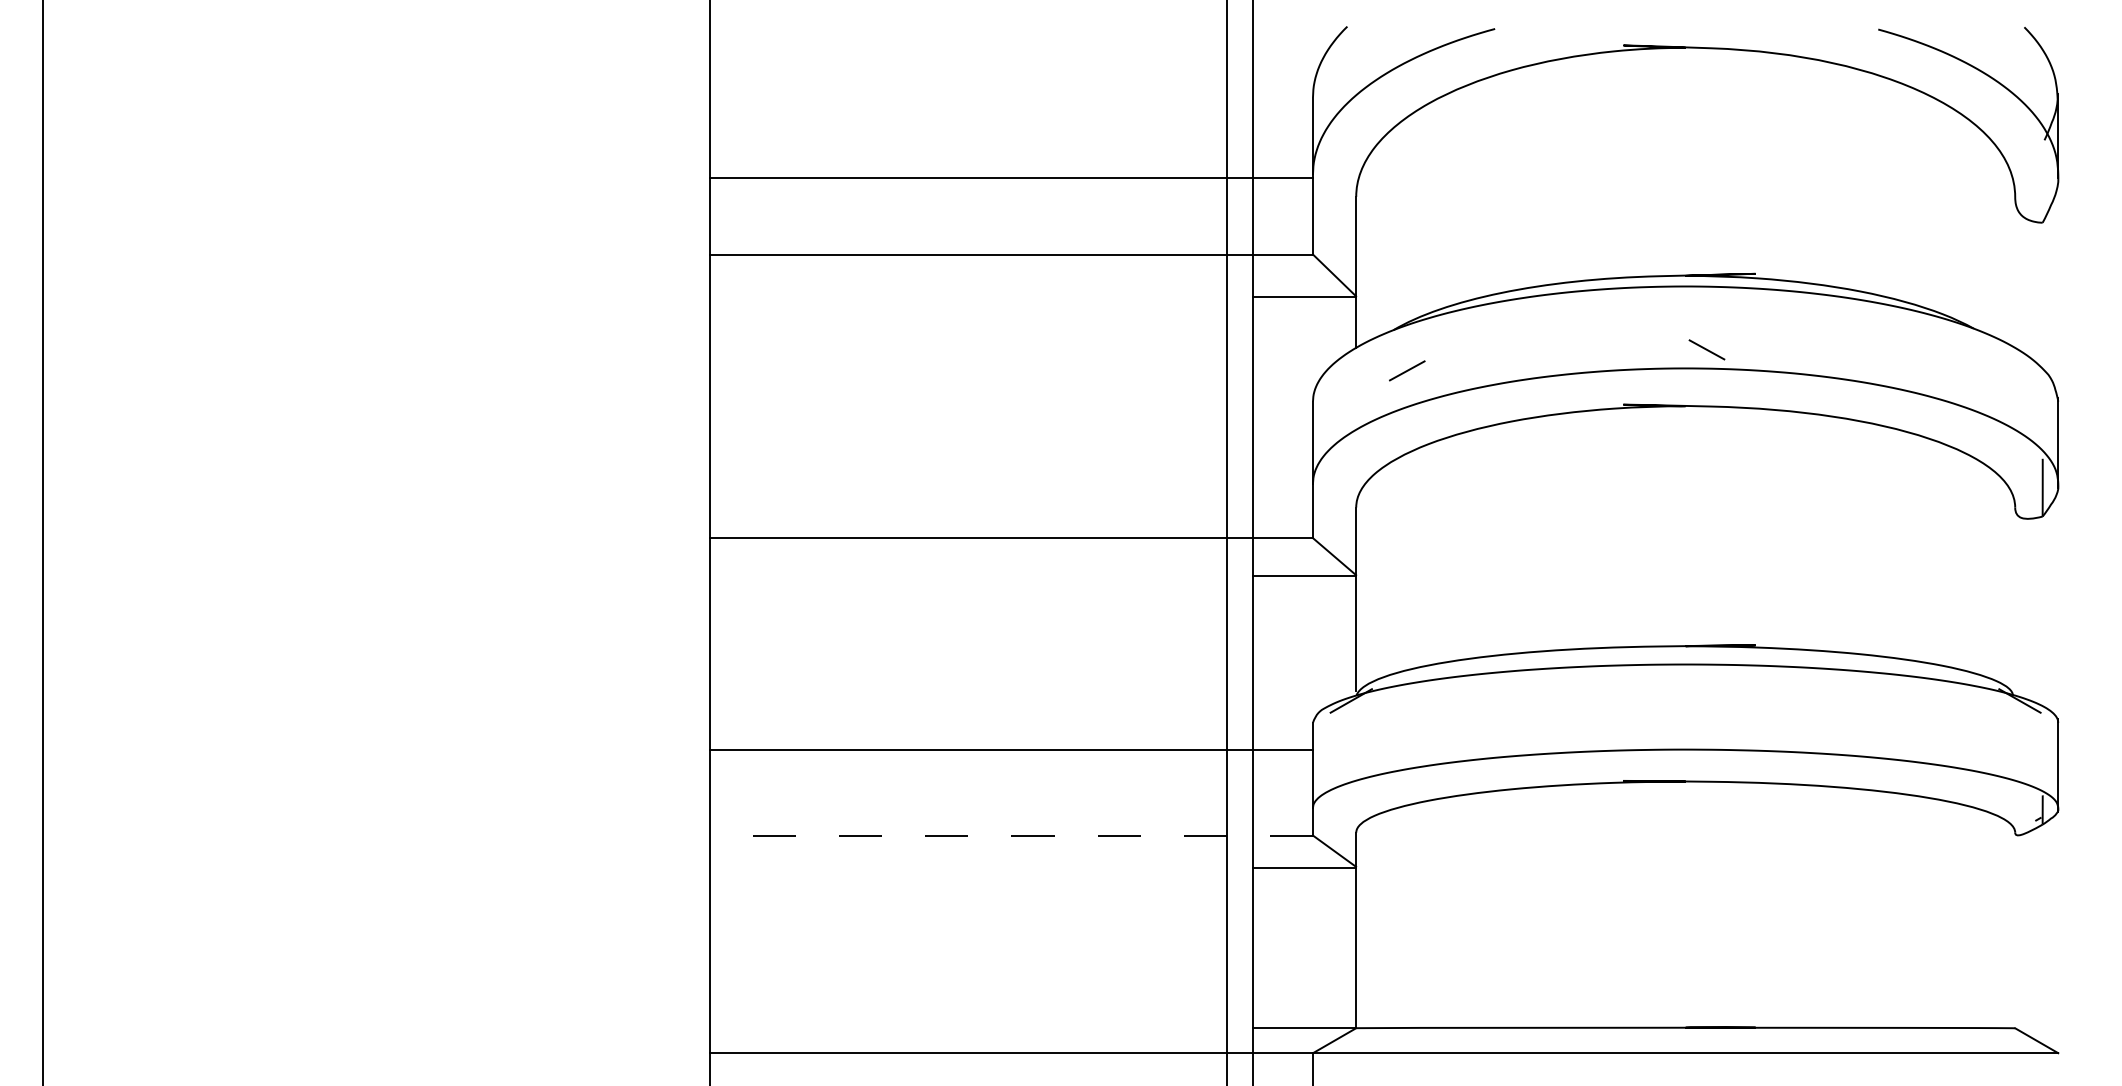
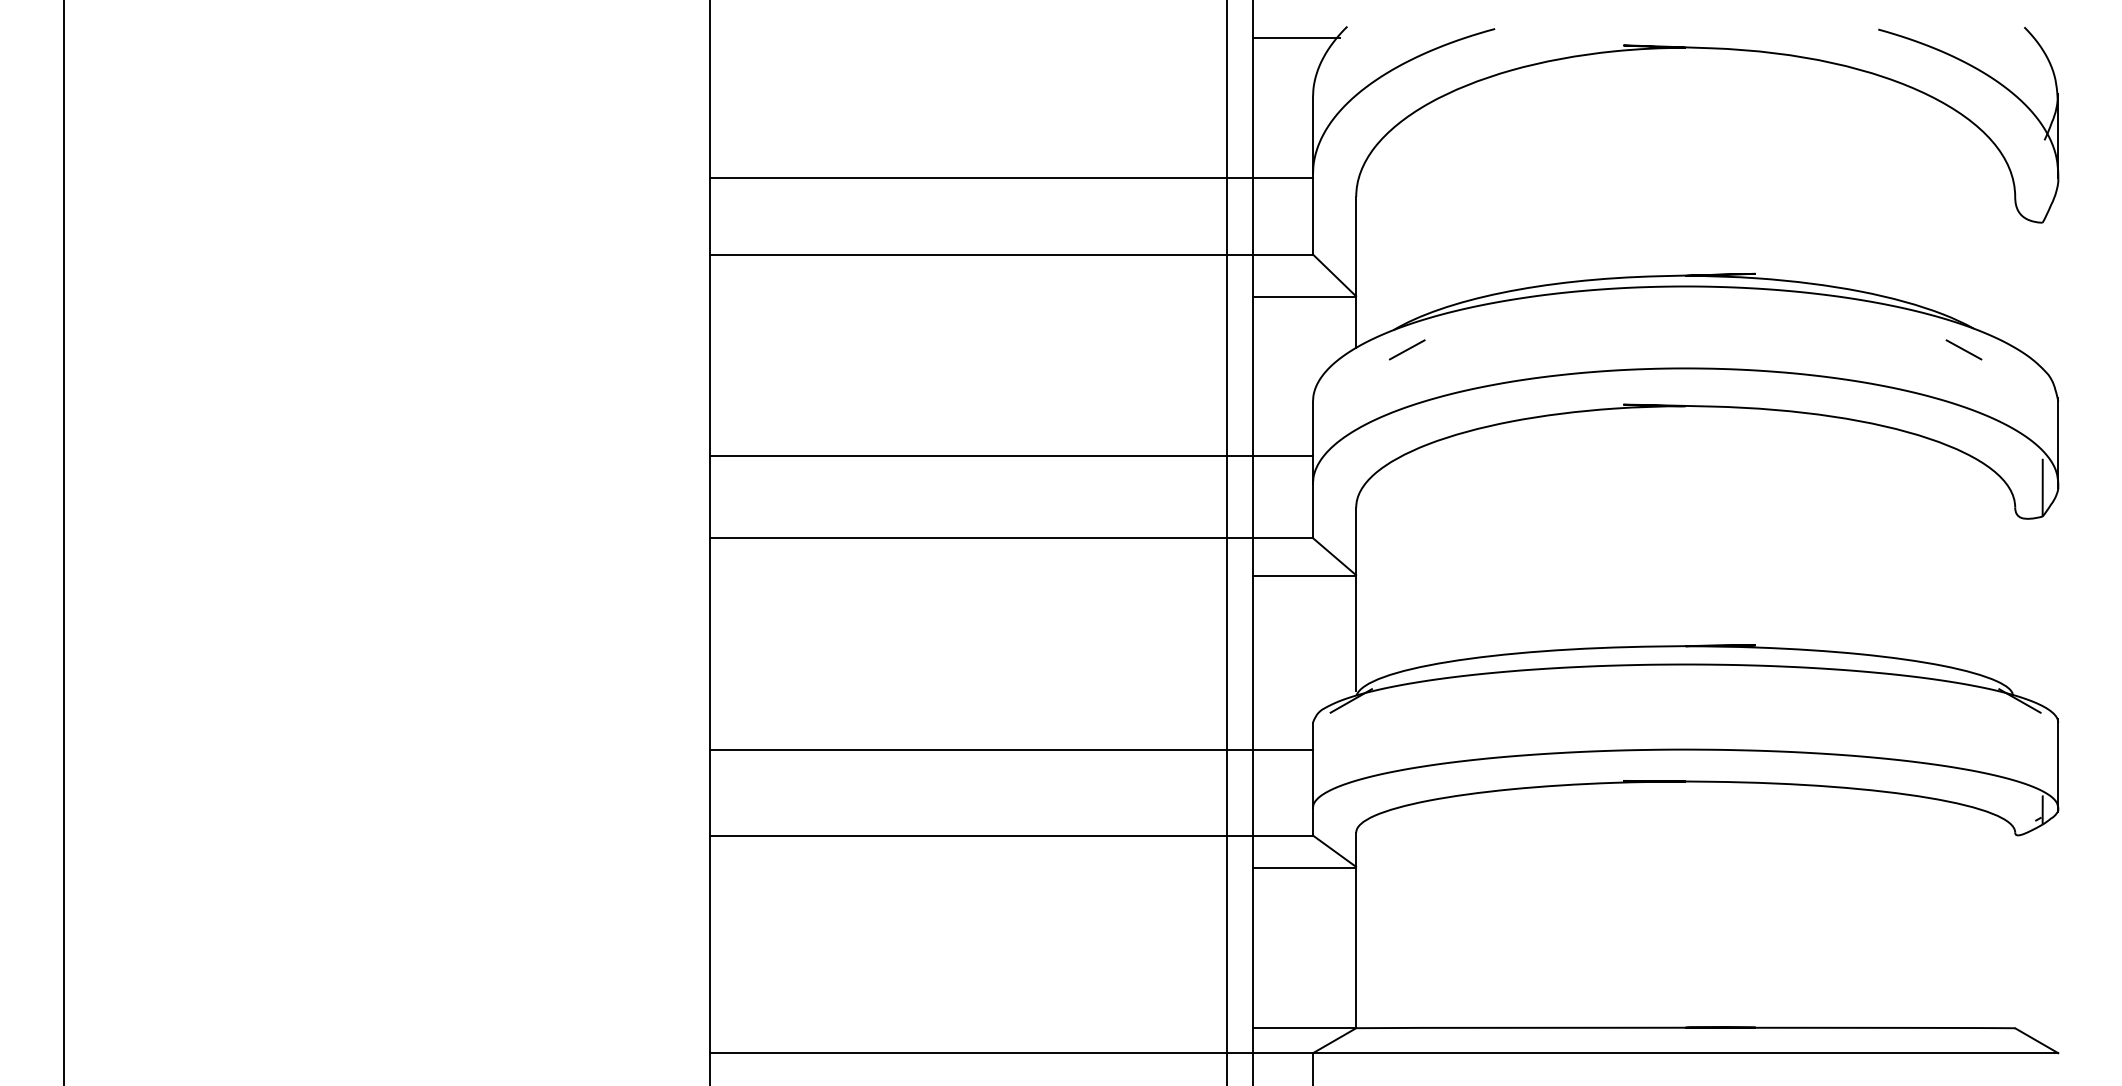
line at (1296, 38): none -> present
line at (1706, 349) position: (1706, 349) -> (1963, 349)
line at (1407, 370) position: (1407, 370) -> (1407, 349)
line at (1010, 456): none -> present
line at (42, 542) position: (42, 542) -> (63, 542)
line at (1011, 835): dashed -> solid
